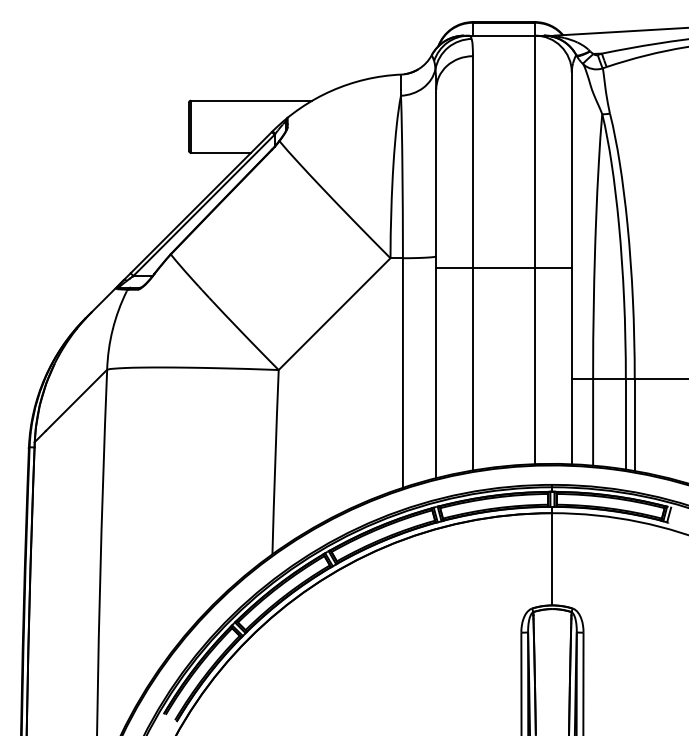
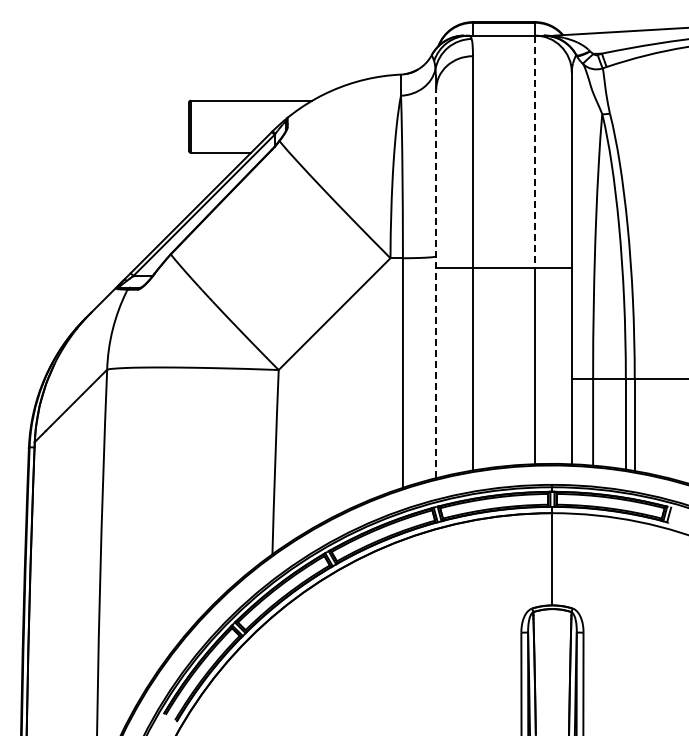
line at (535, 152): solid -> dashed
line at (436, 283): solid -> dashed
